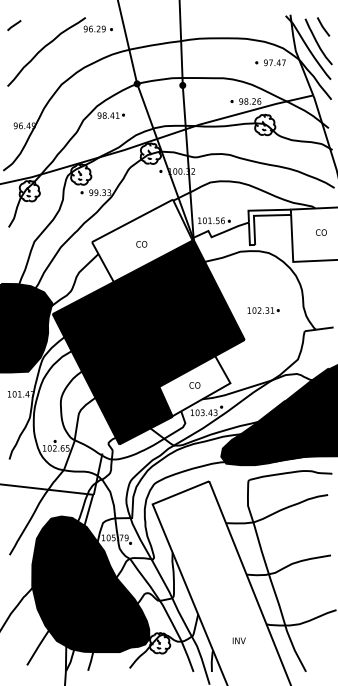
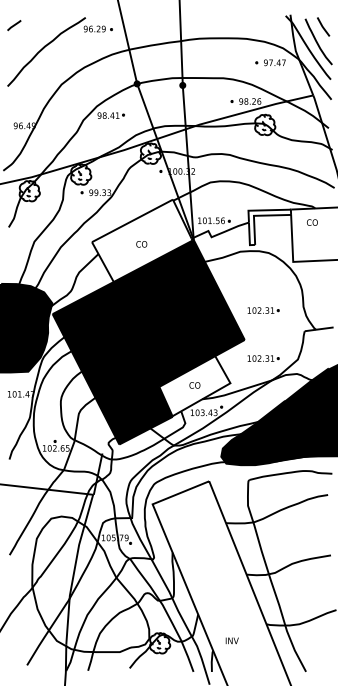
text at (321, 232) position: (321, 232) -> (312, 222)
part at (263, 358): none -> present
fill at (90, 584): present -> none
text at (238, 640) position: (238, 640) -> (231, 640)
